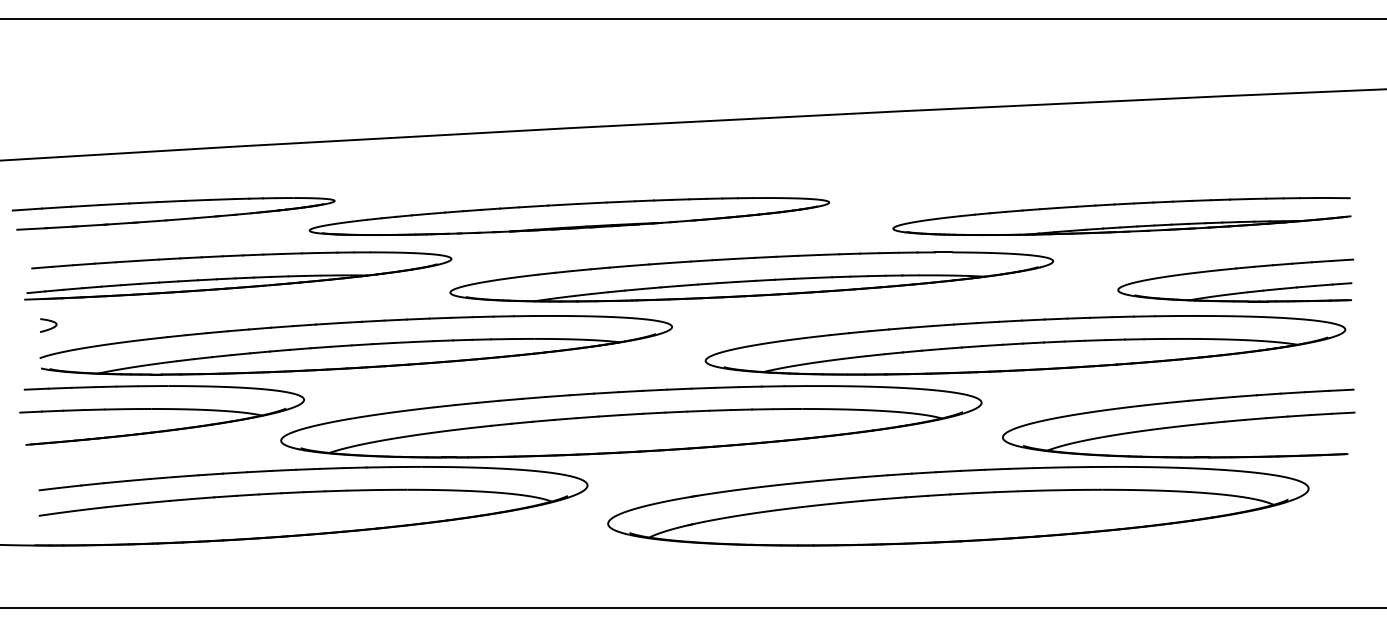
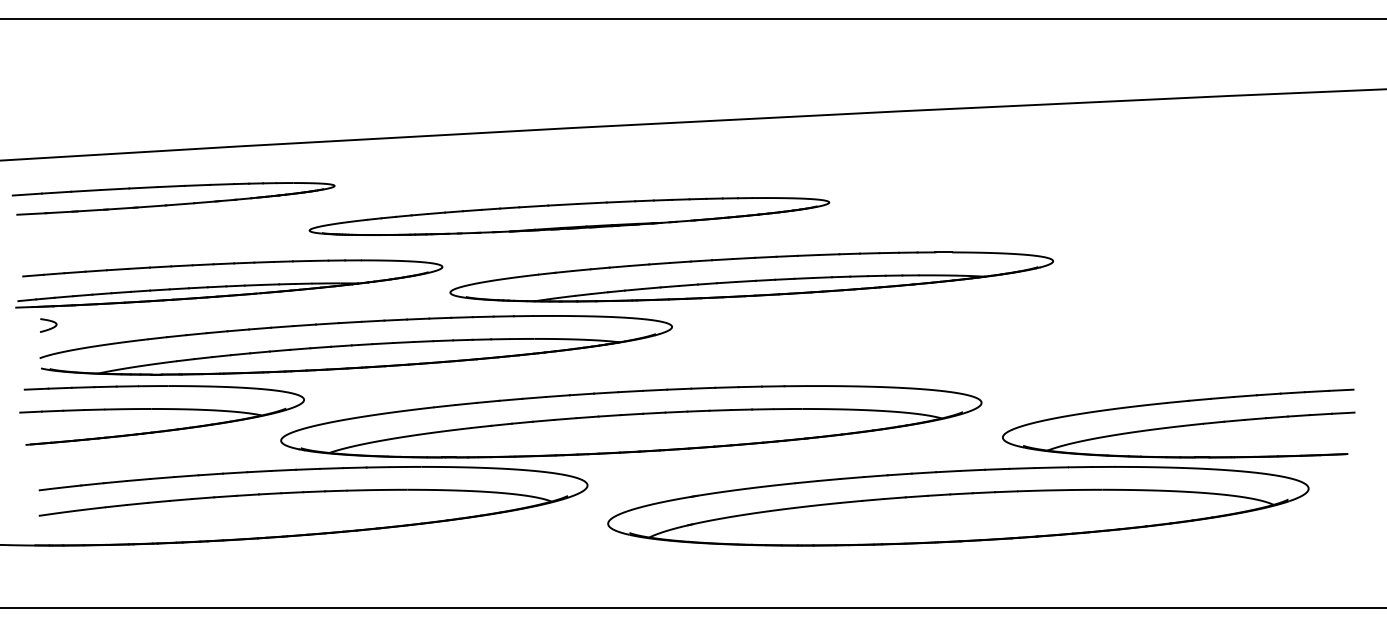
part at (173, 213) position: (173, 213) -> (173, 198)
part at (1121, 226): present -> none
part at (1235, 269): present -> none
part at (238, 275) position: (238, 275) -> (229, 283)
part at (1025, 345): present -> none
